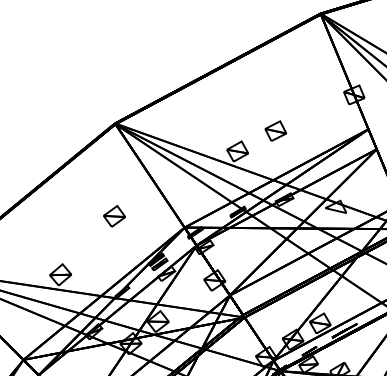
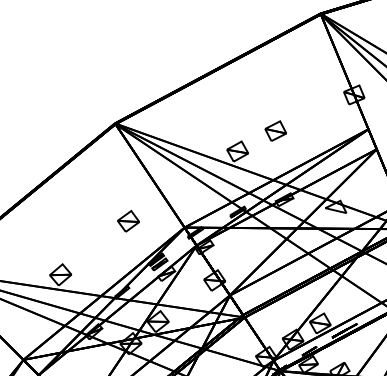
part at (114, 215) position: (114, 215) -> (128, 220)
